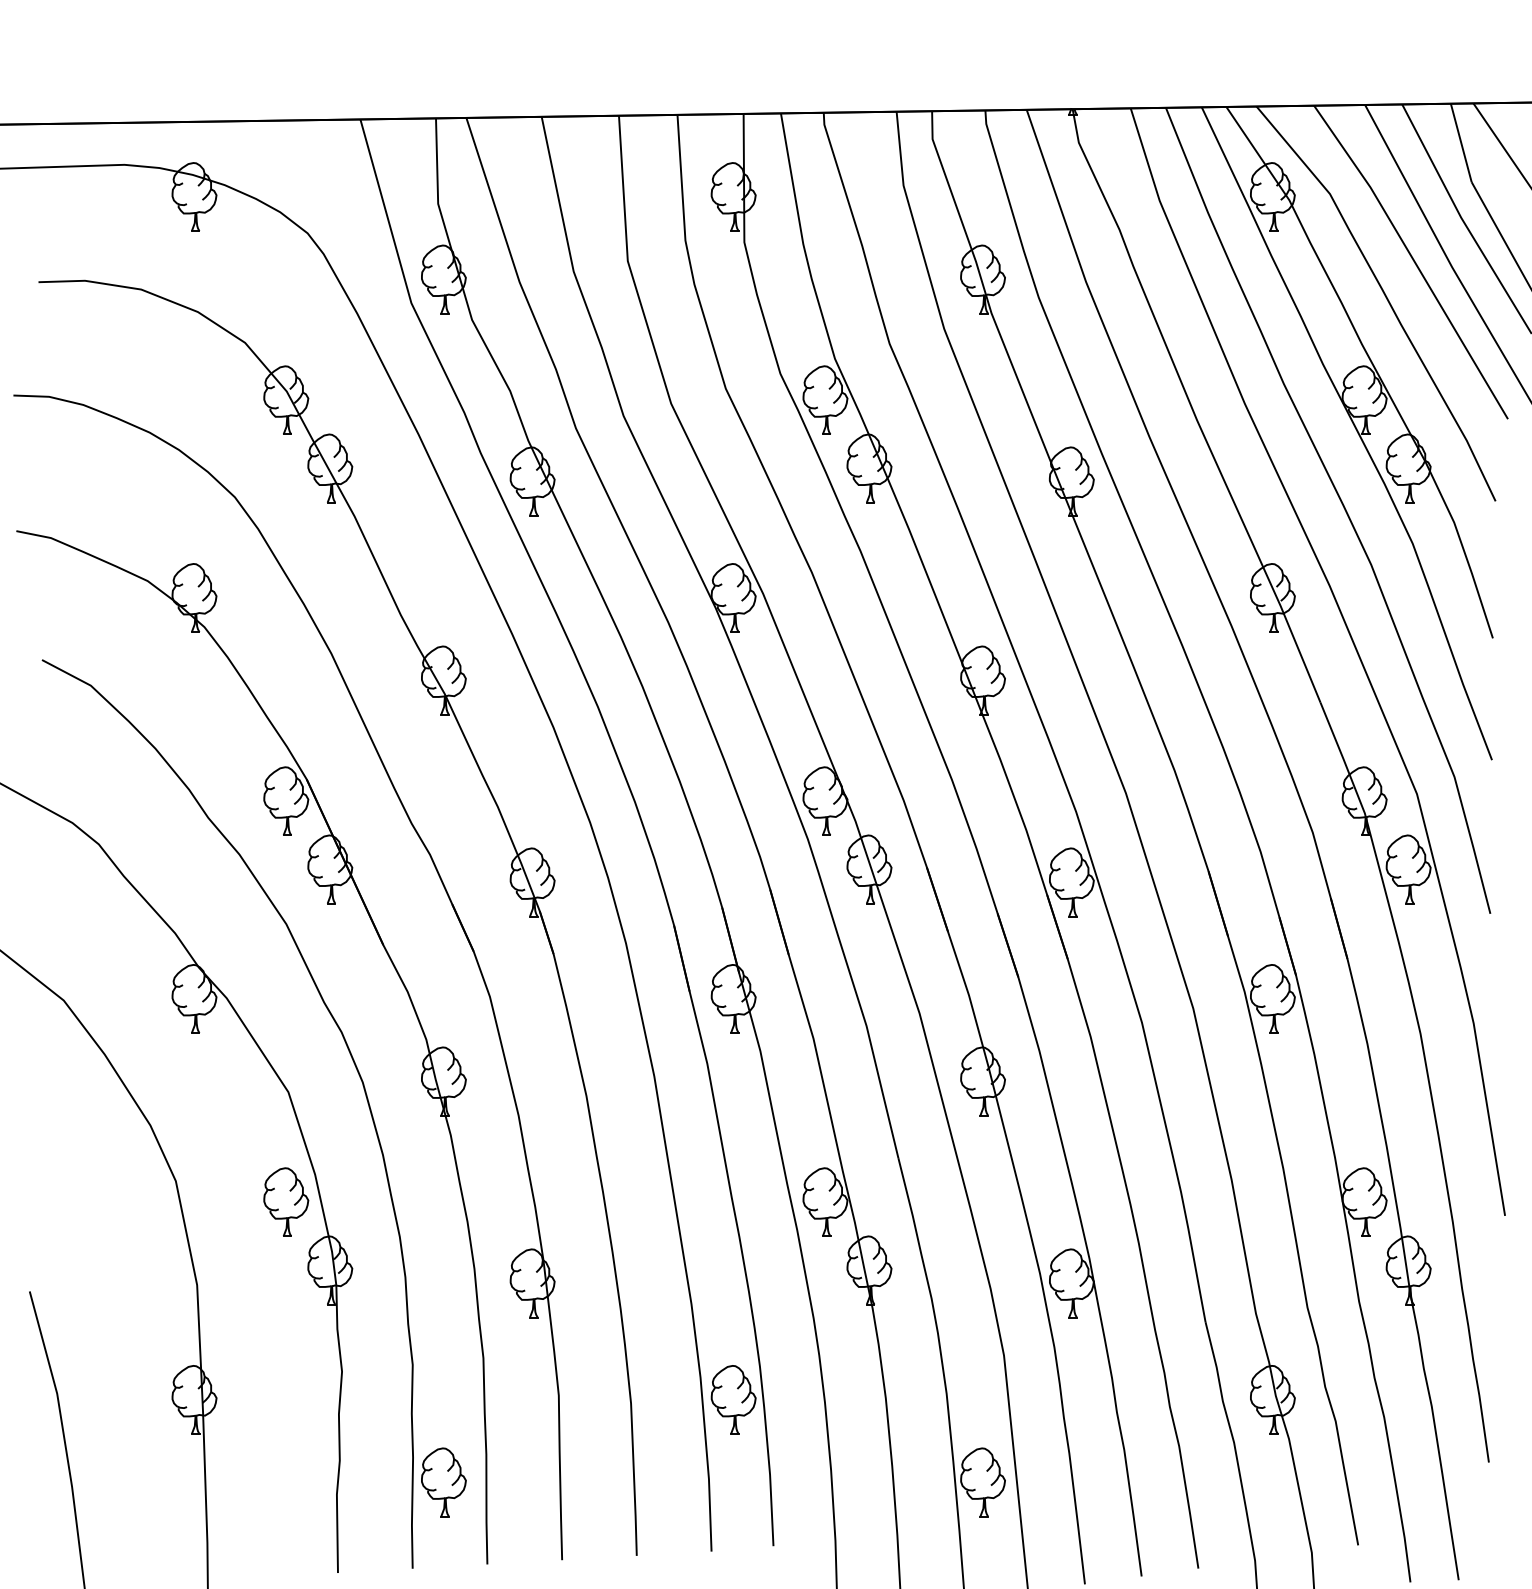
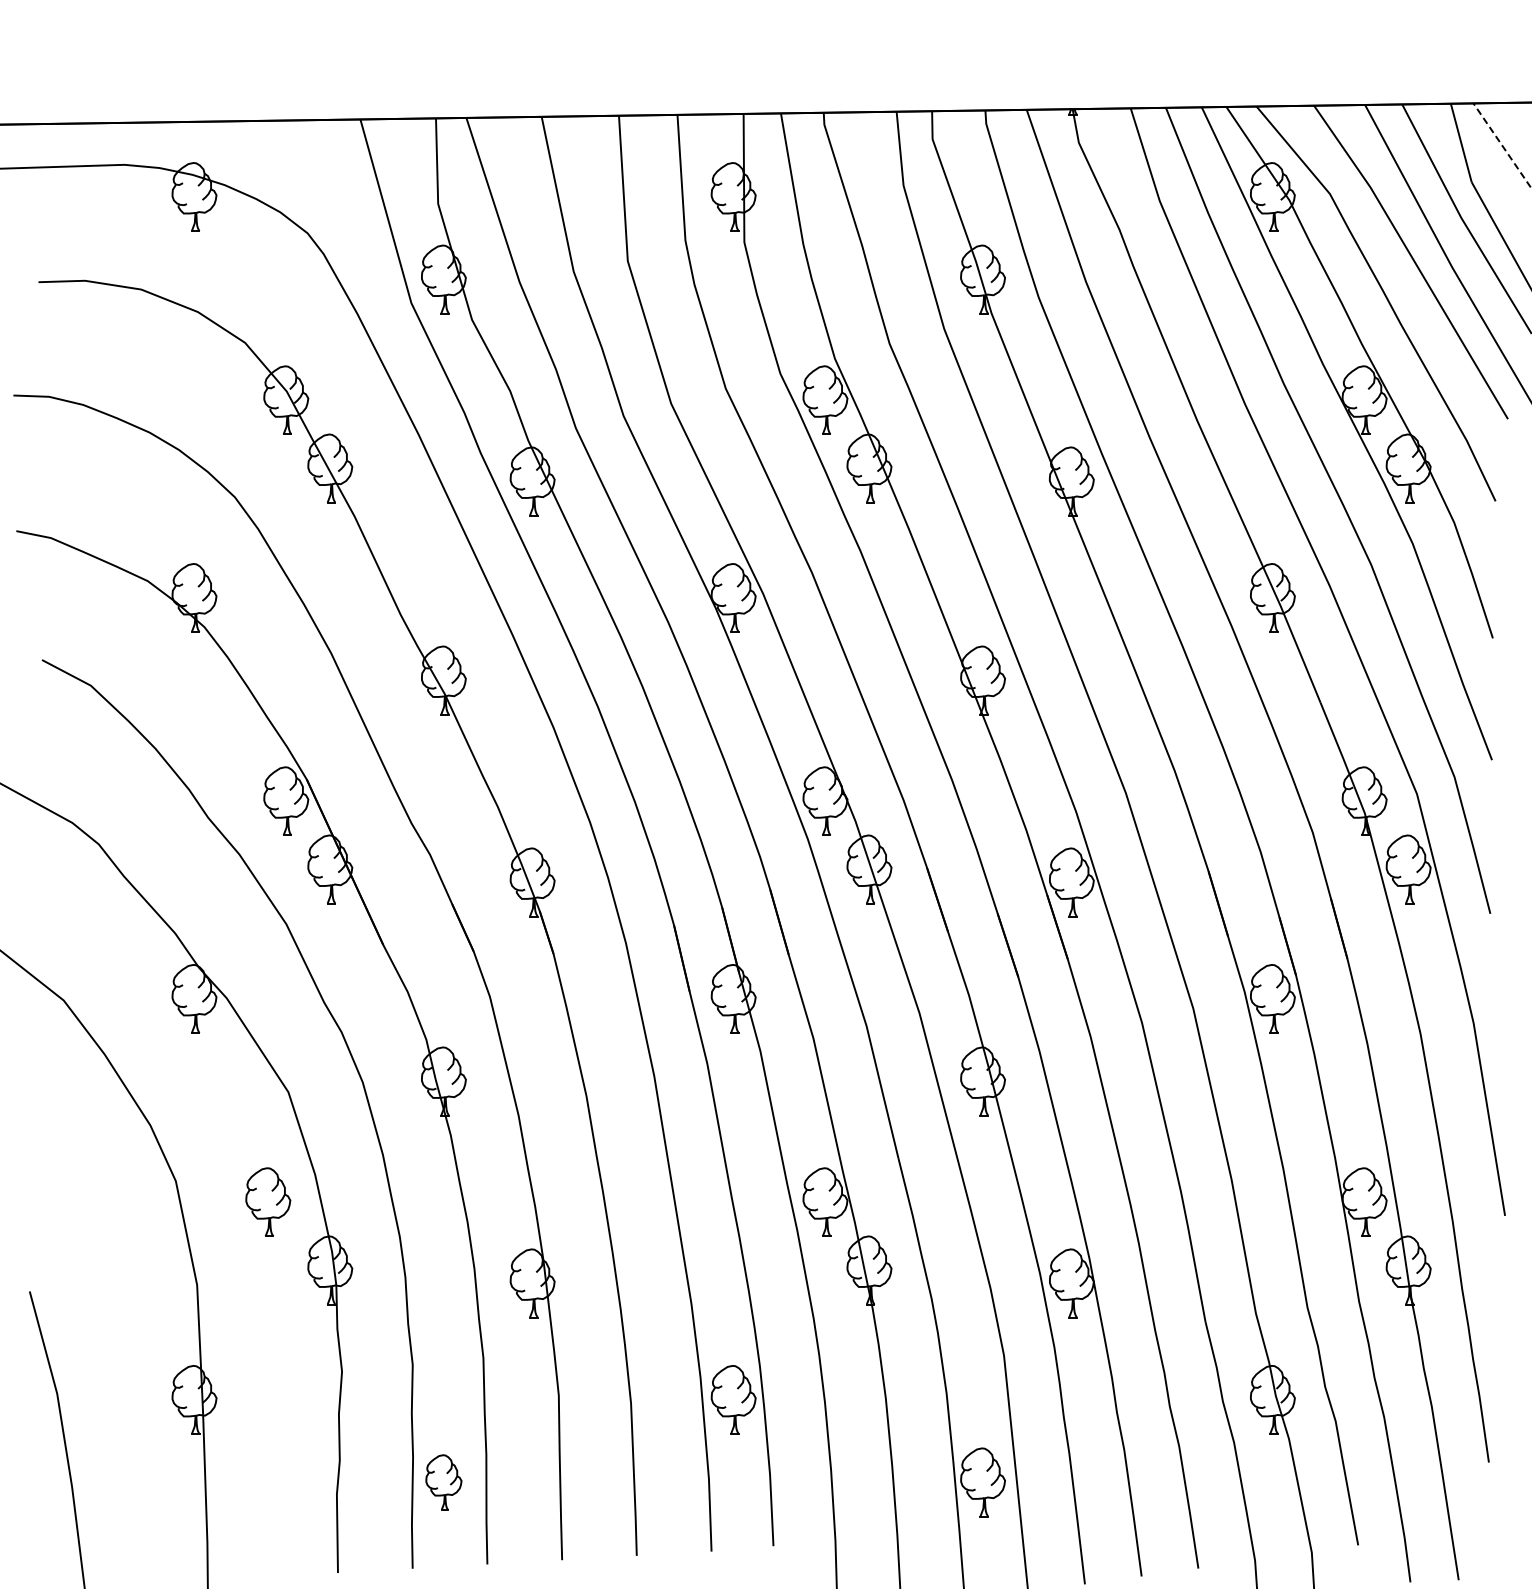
line at (1502, 146): solid -> dashed
part at (286, 1201) position: (286, 1201) -> (268, 1201)
part at (443, 1482) size: 46x71 px -> 38x57 px
